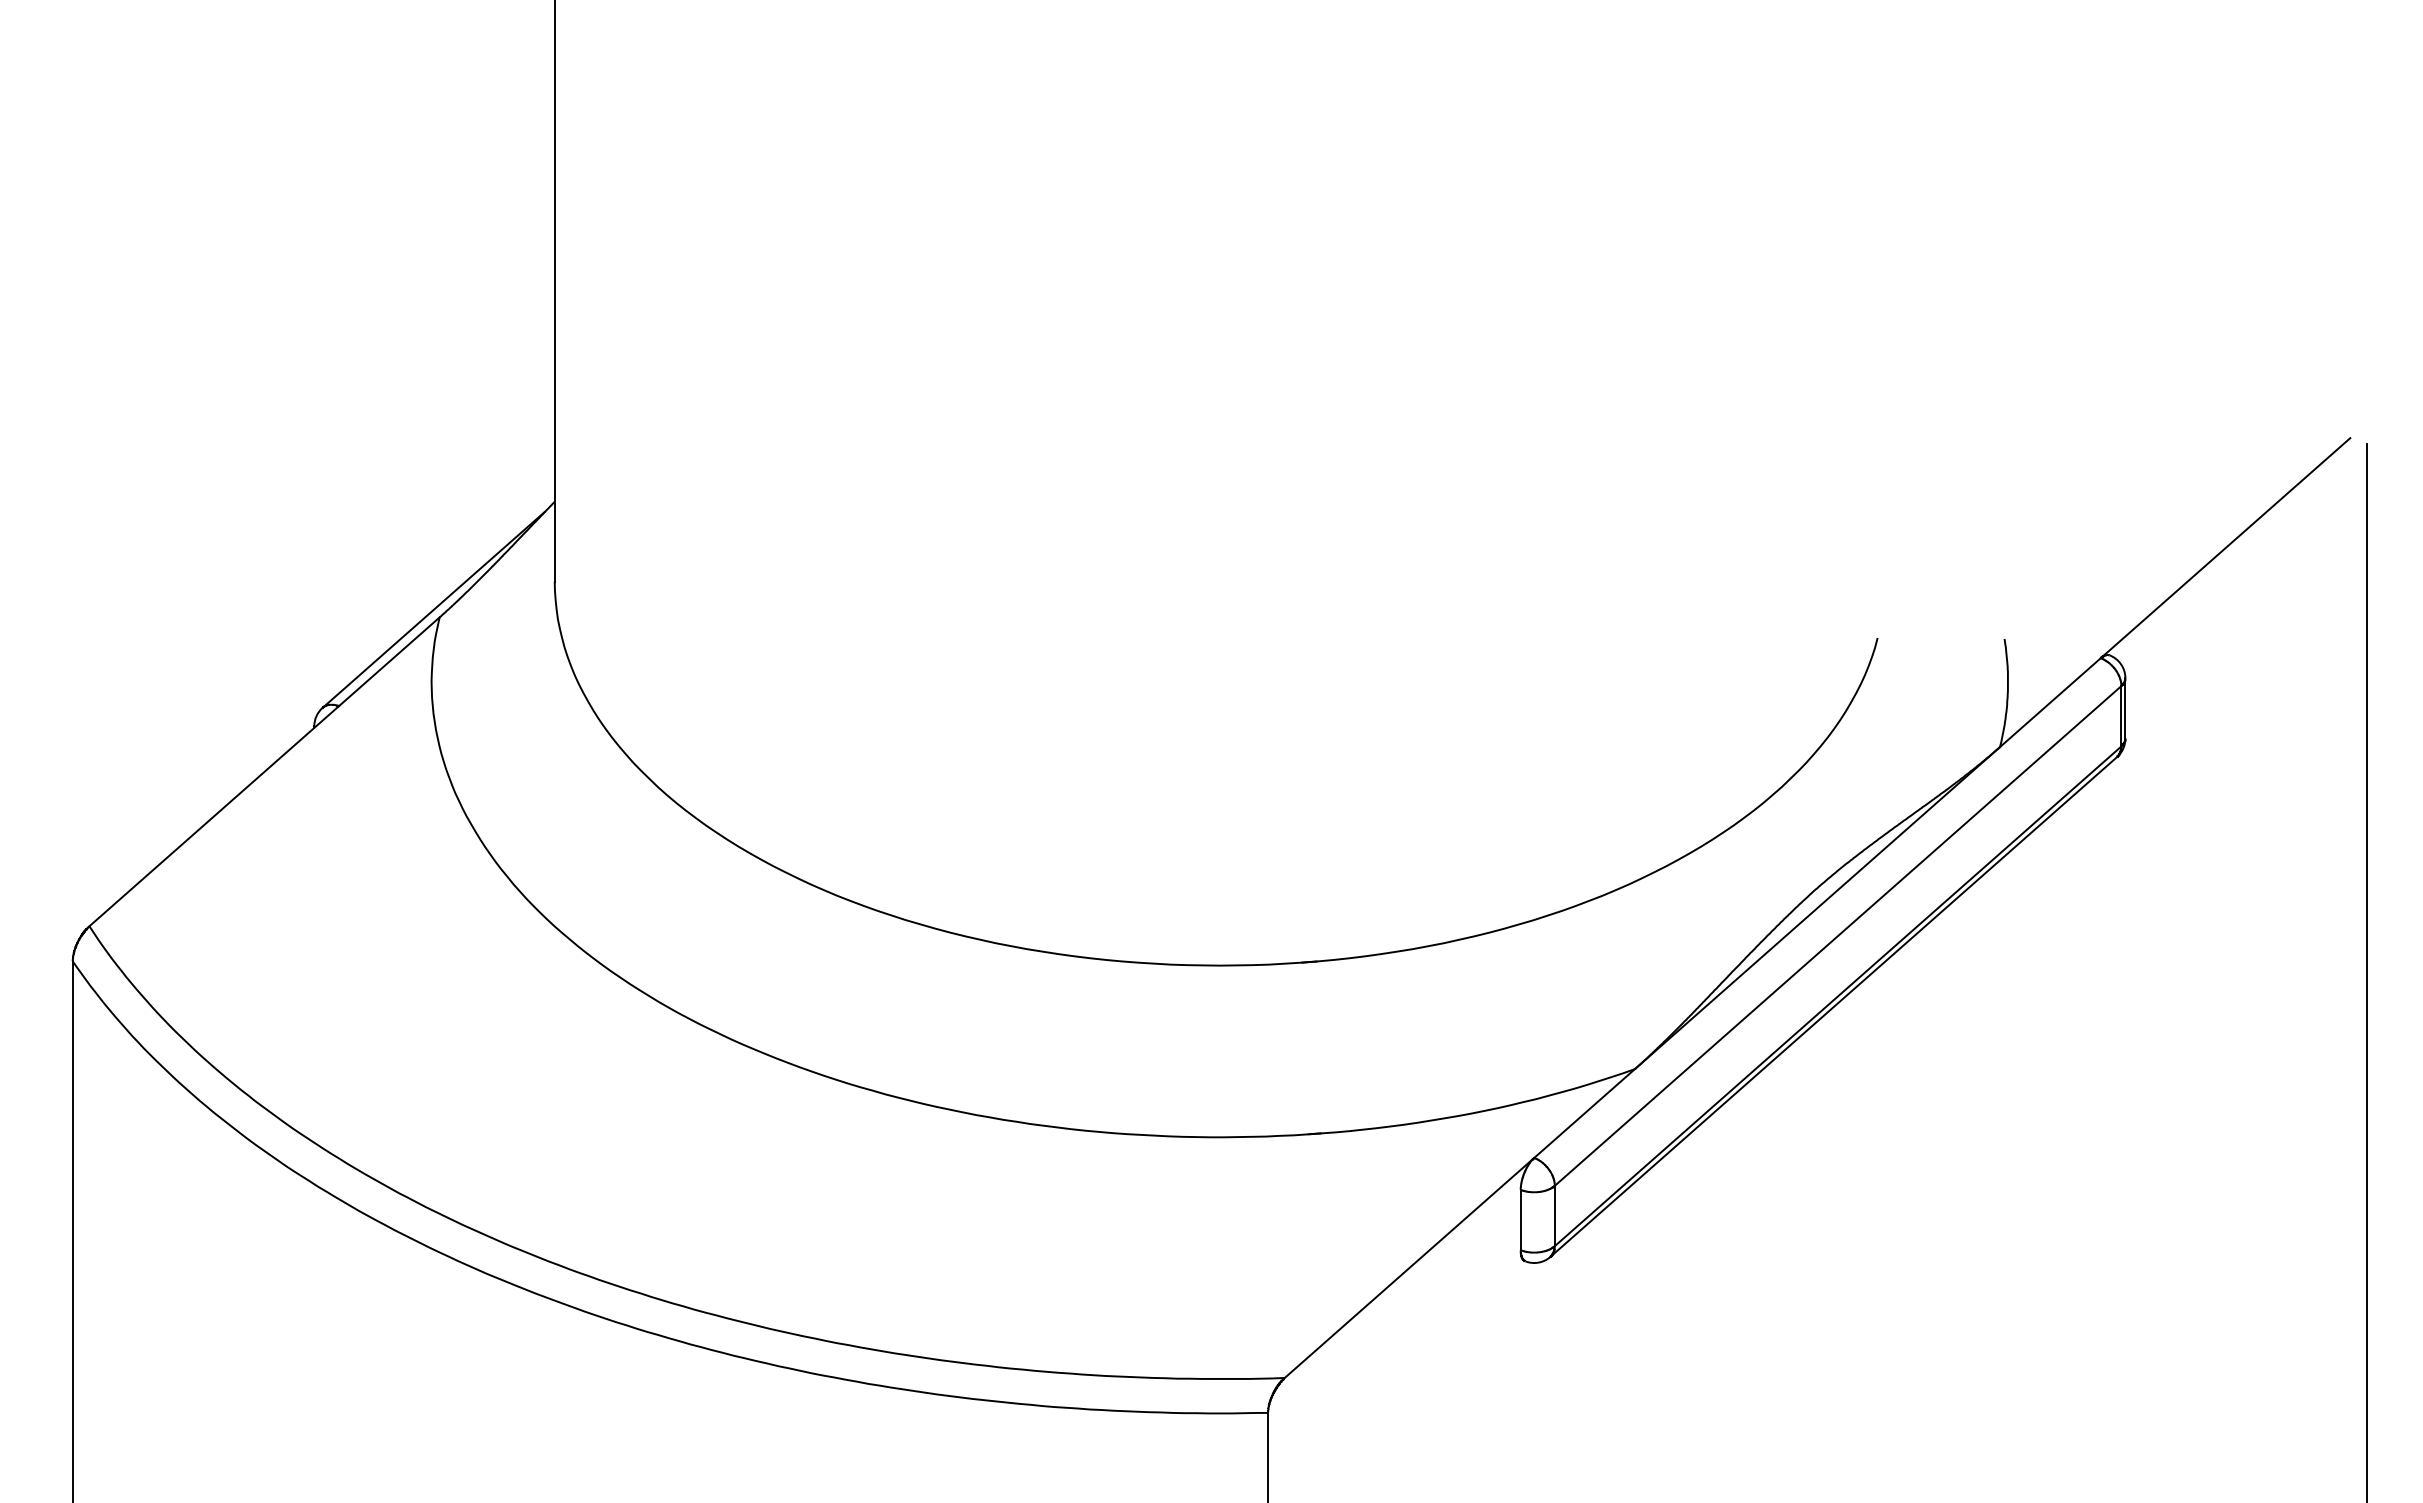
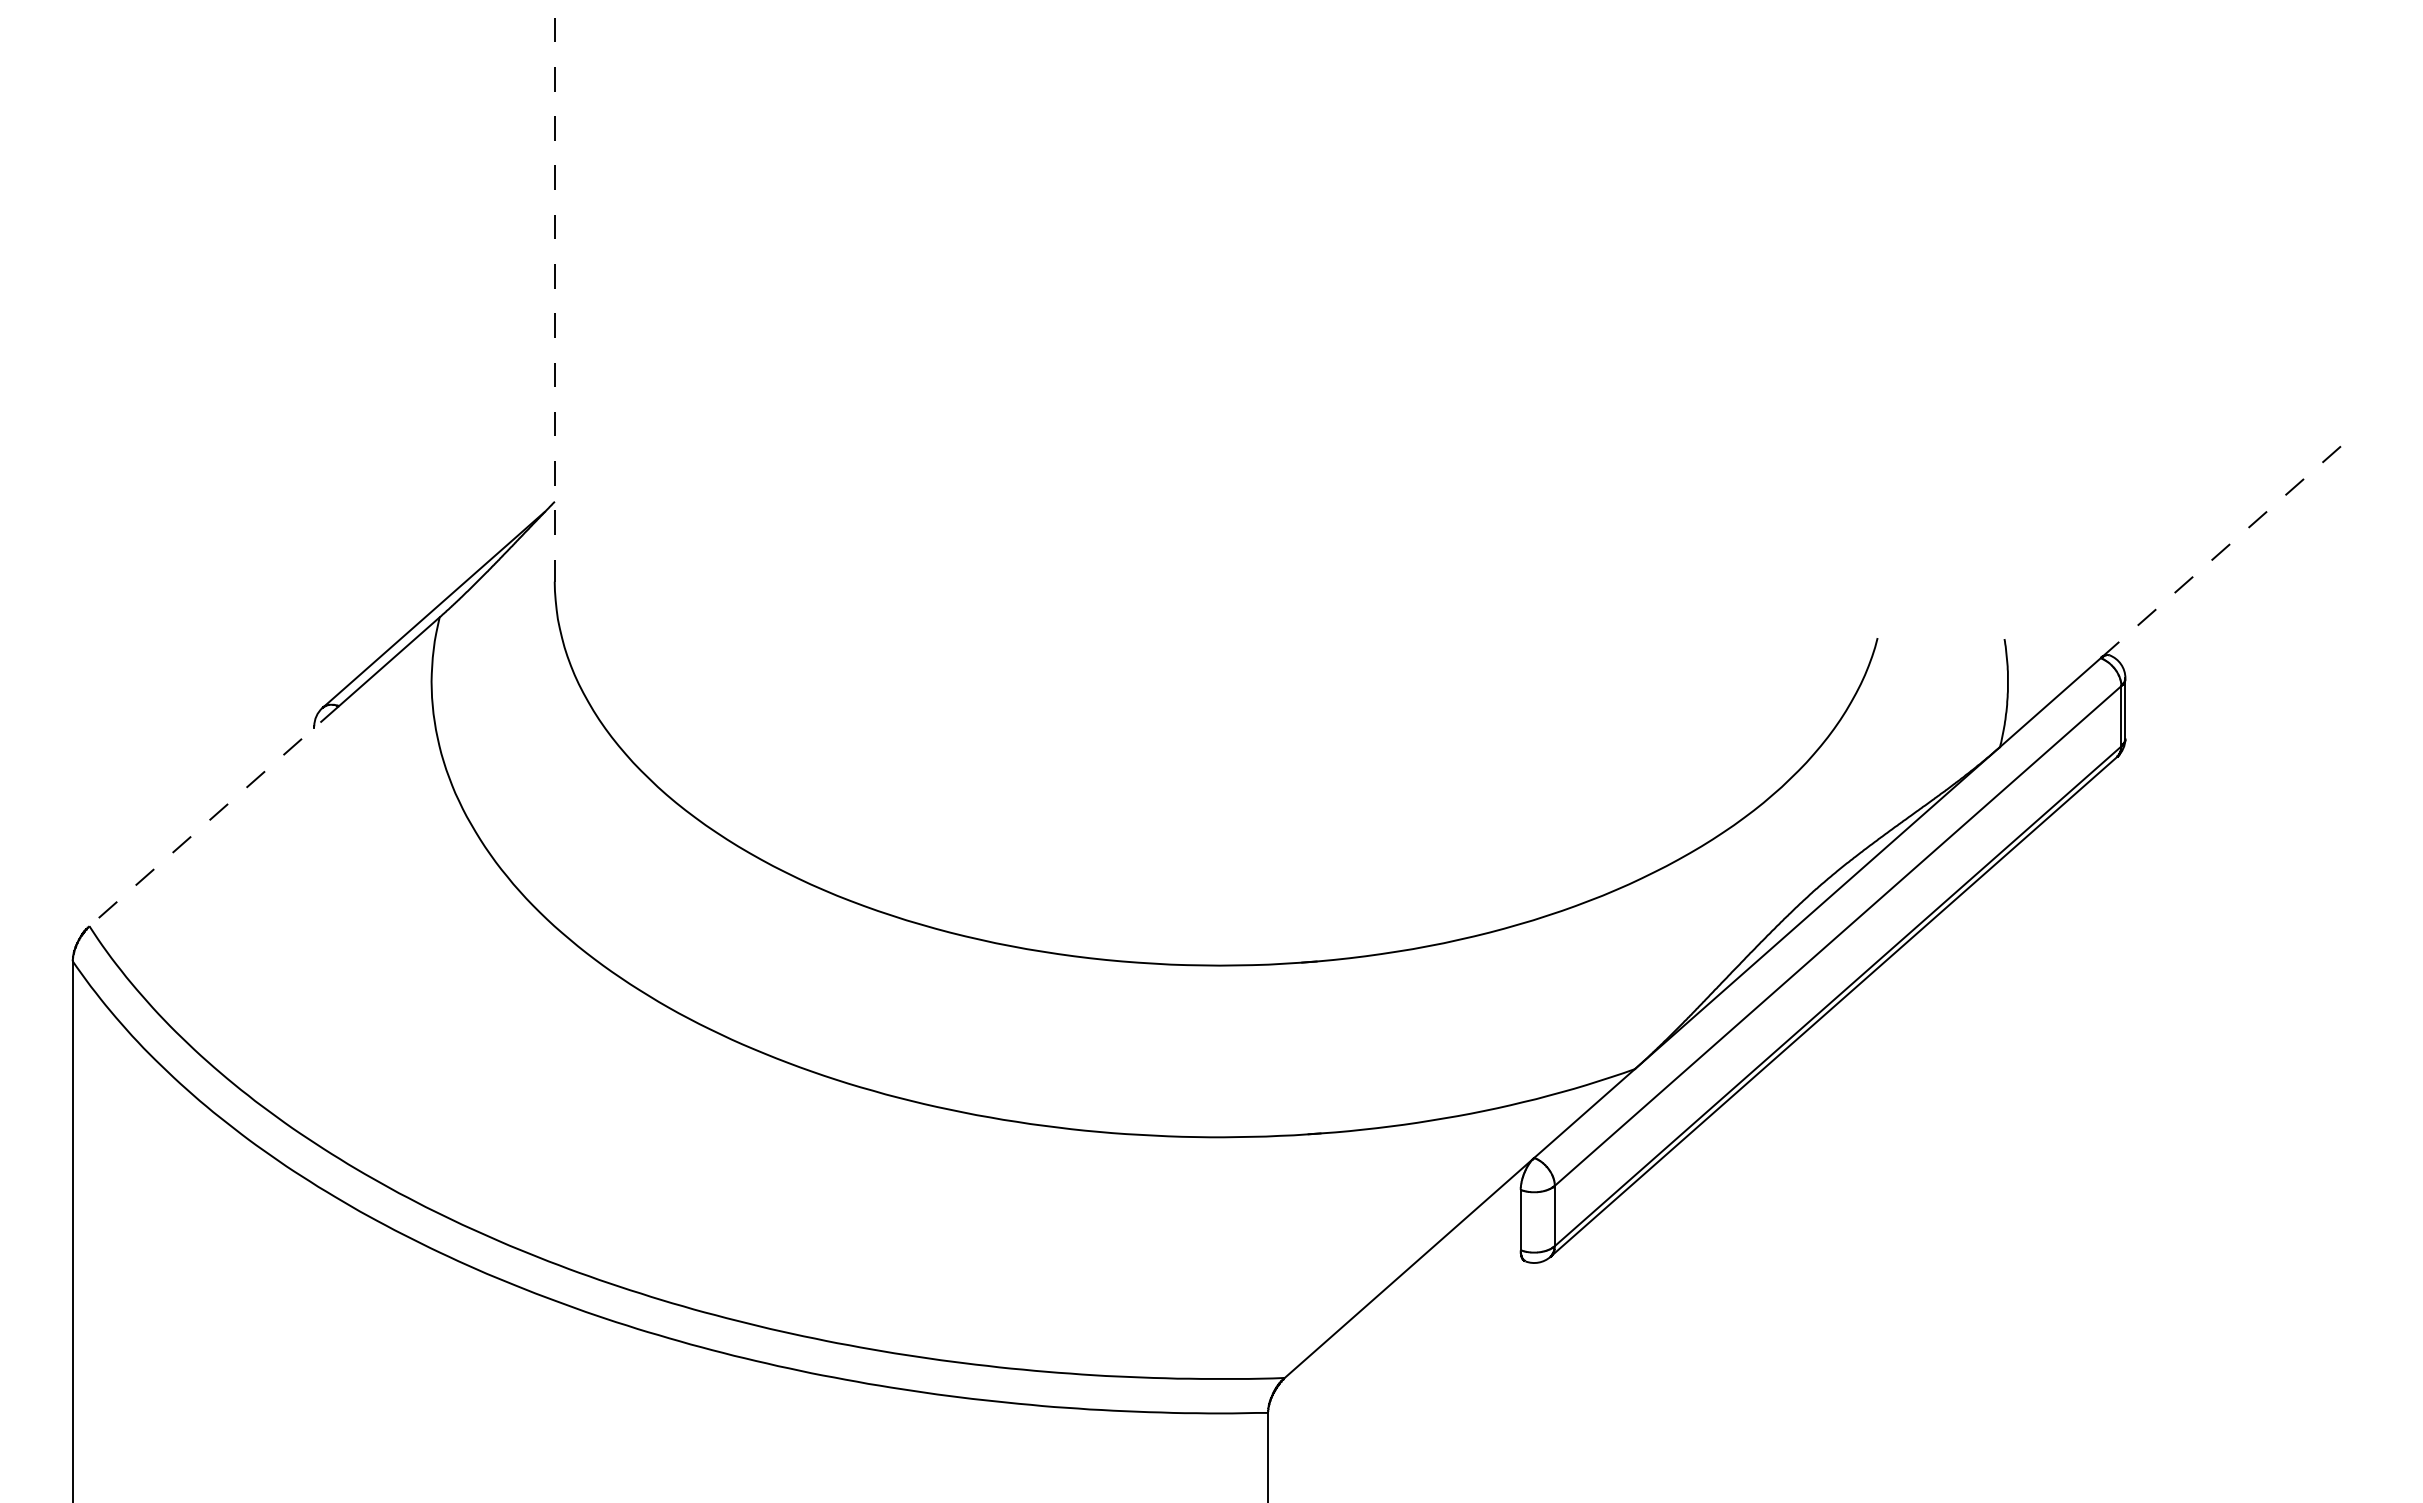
line at (554, 291): solid -> dashed
line at (2225, 547): solid -> dashed
line at (213, 816): solid -> dashed
line at (2366, 971): present -> none
